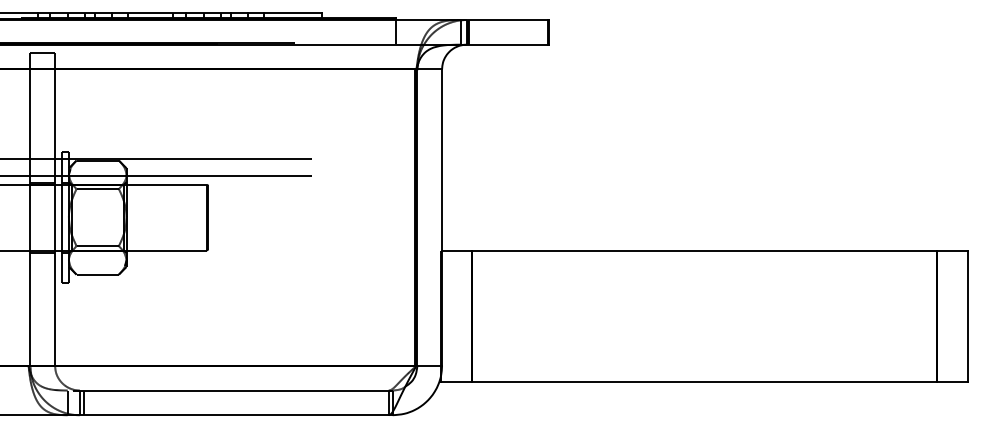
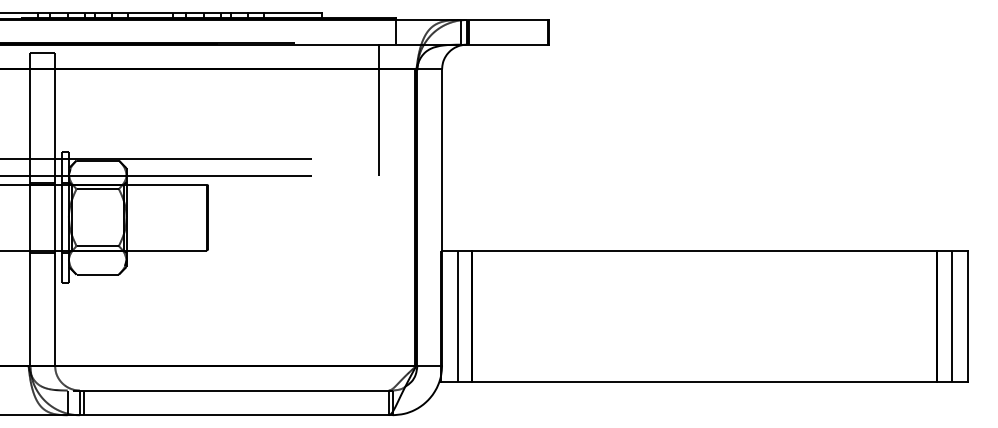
line at (379, 109): none -> present
line at (457, 316): none -> present
line at (951, 316): none -> present
